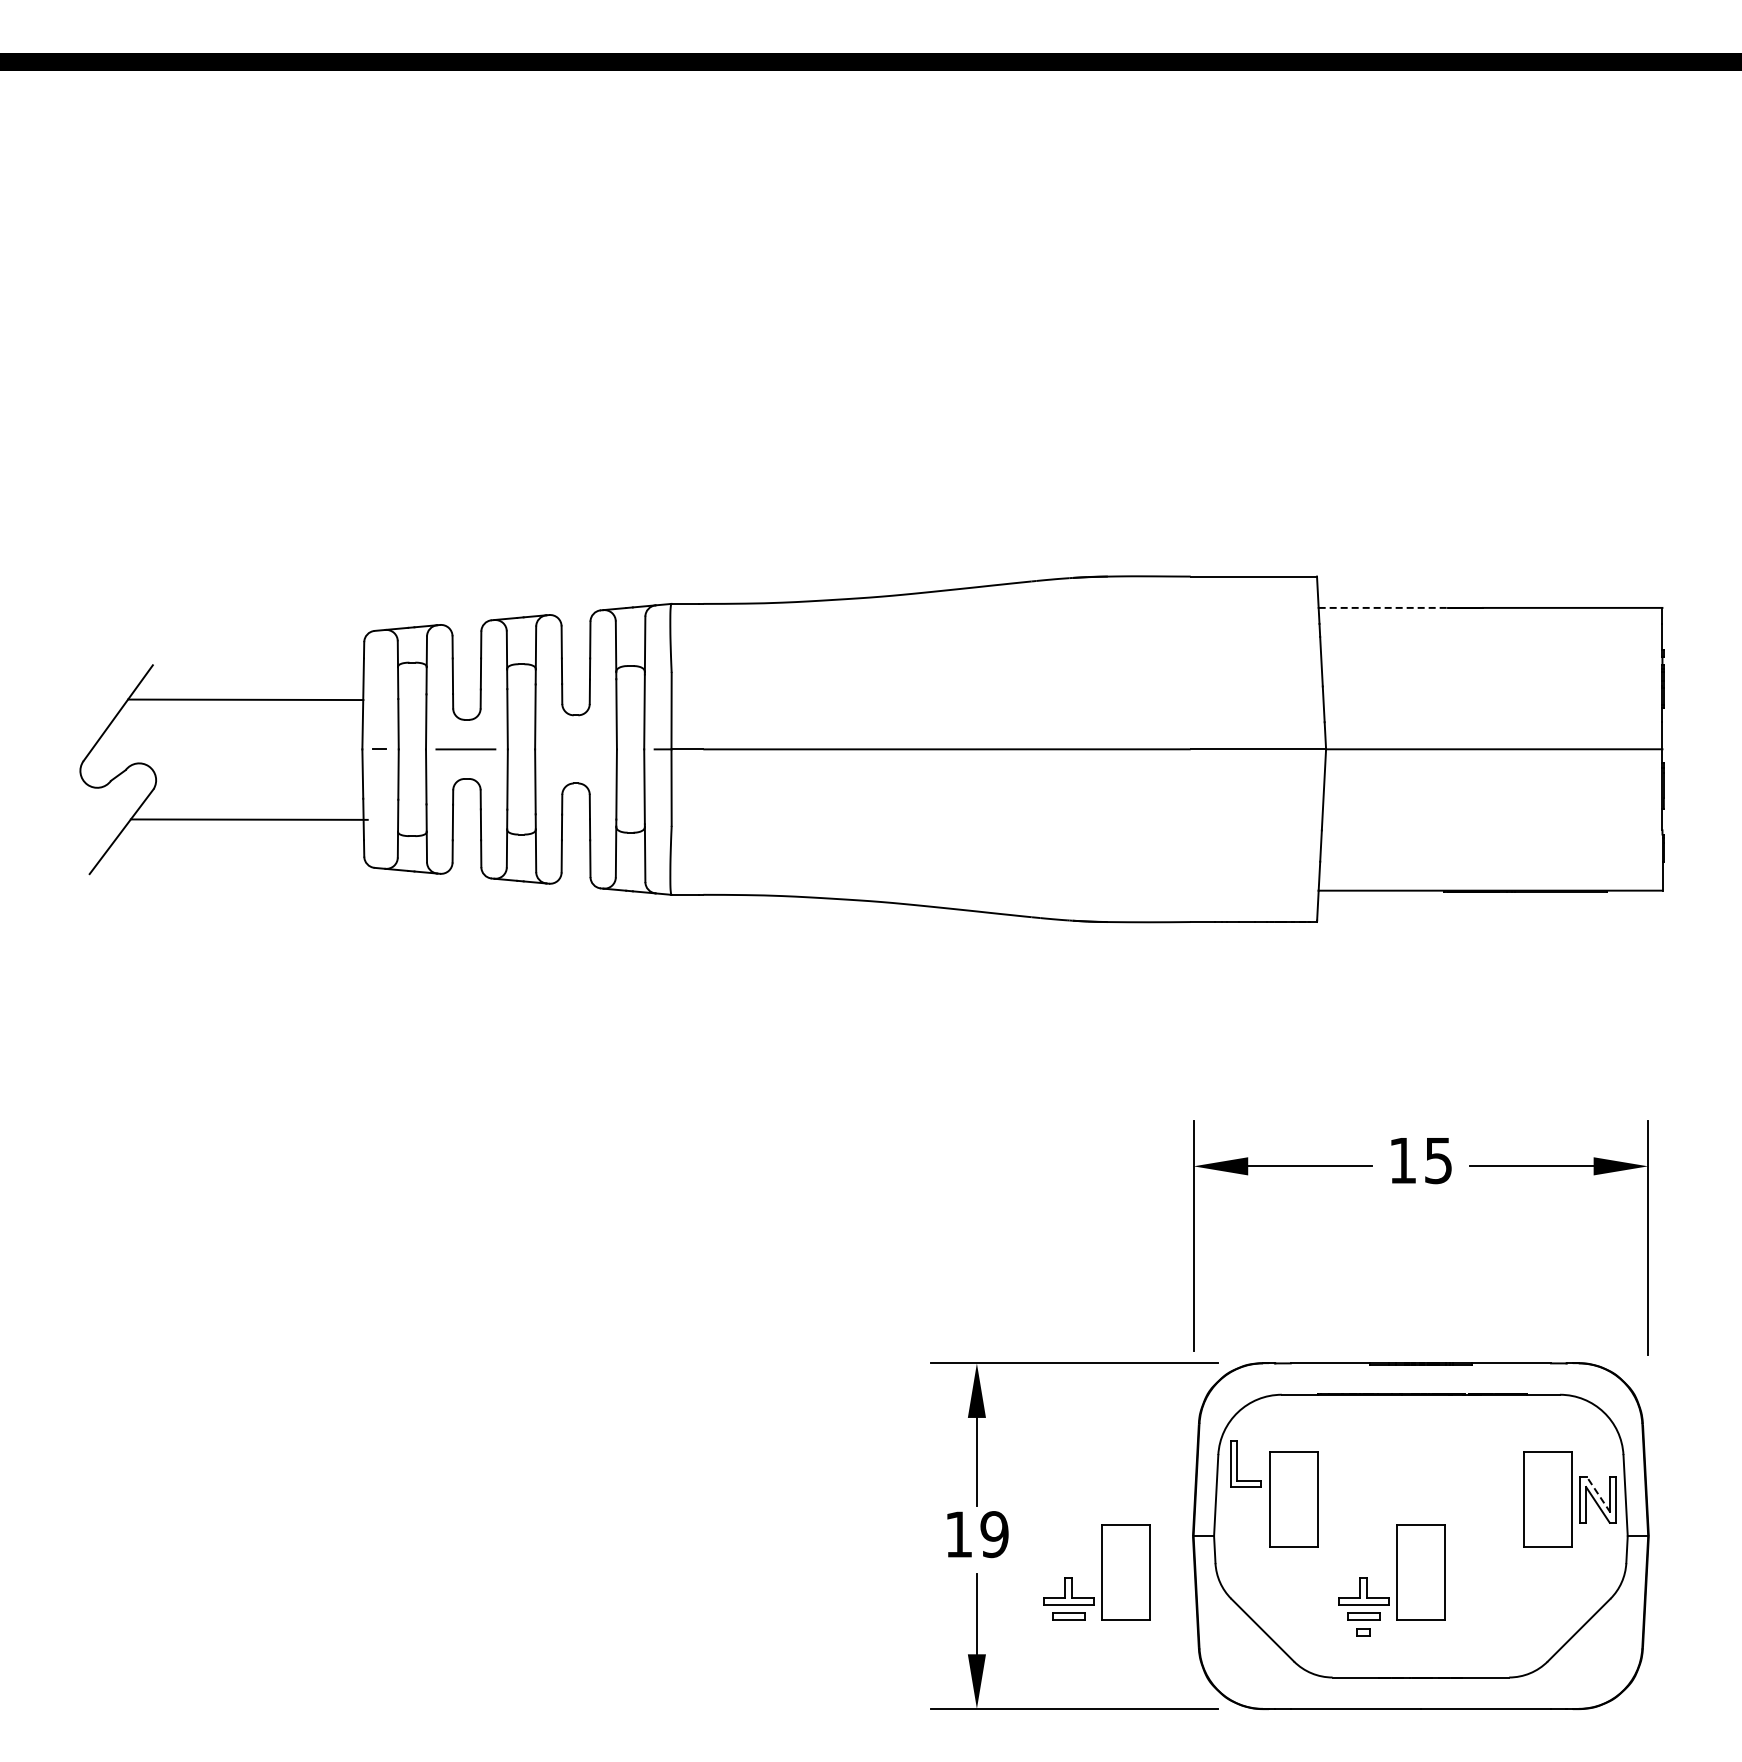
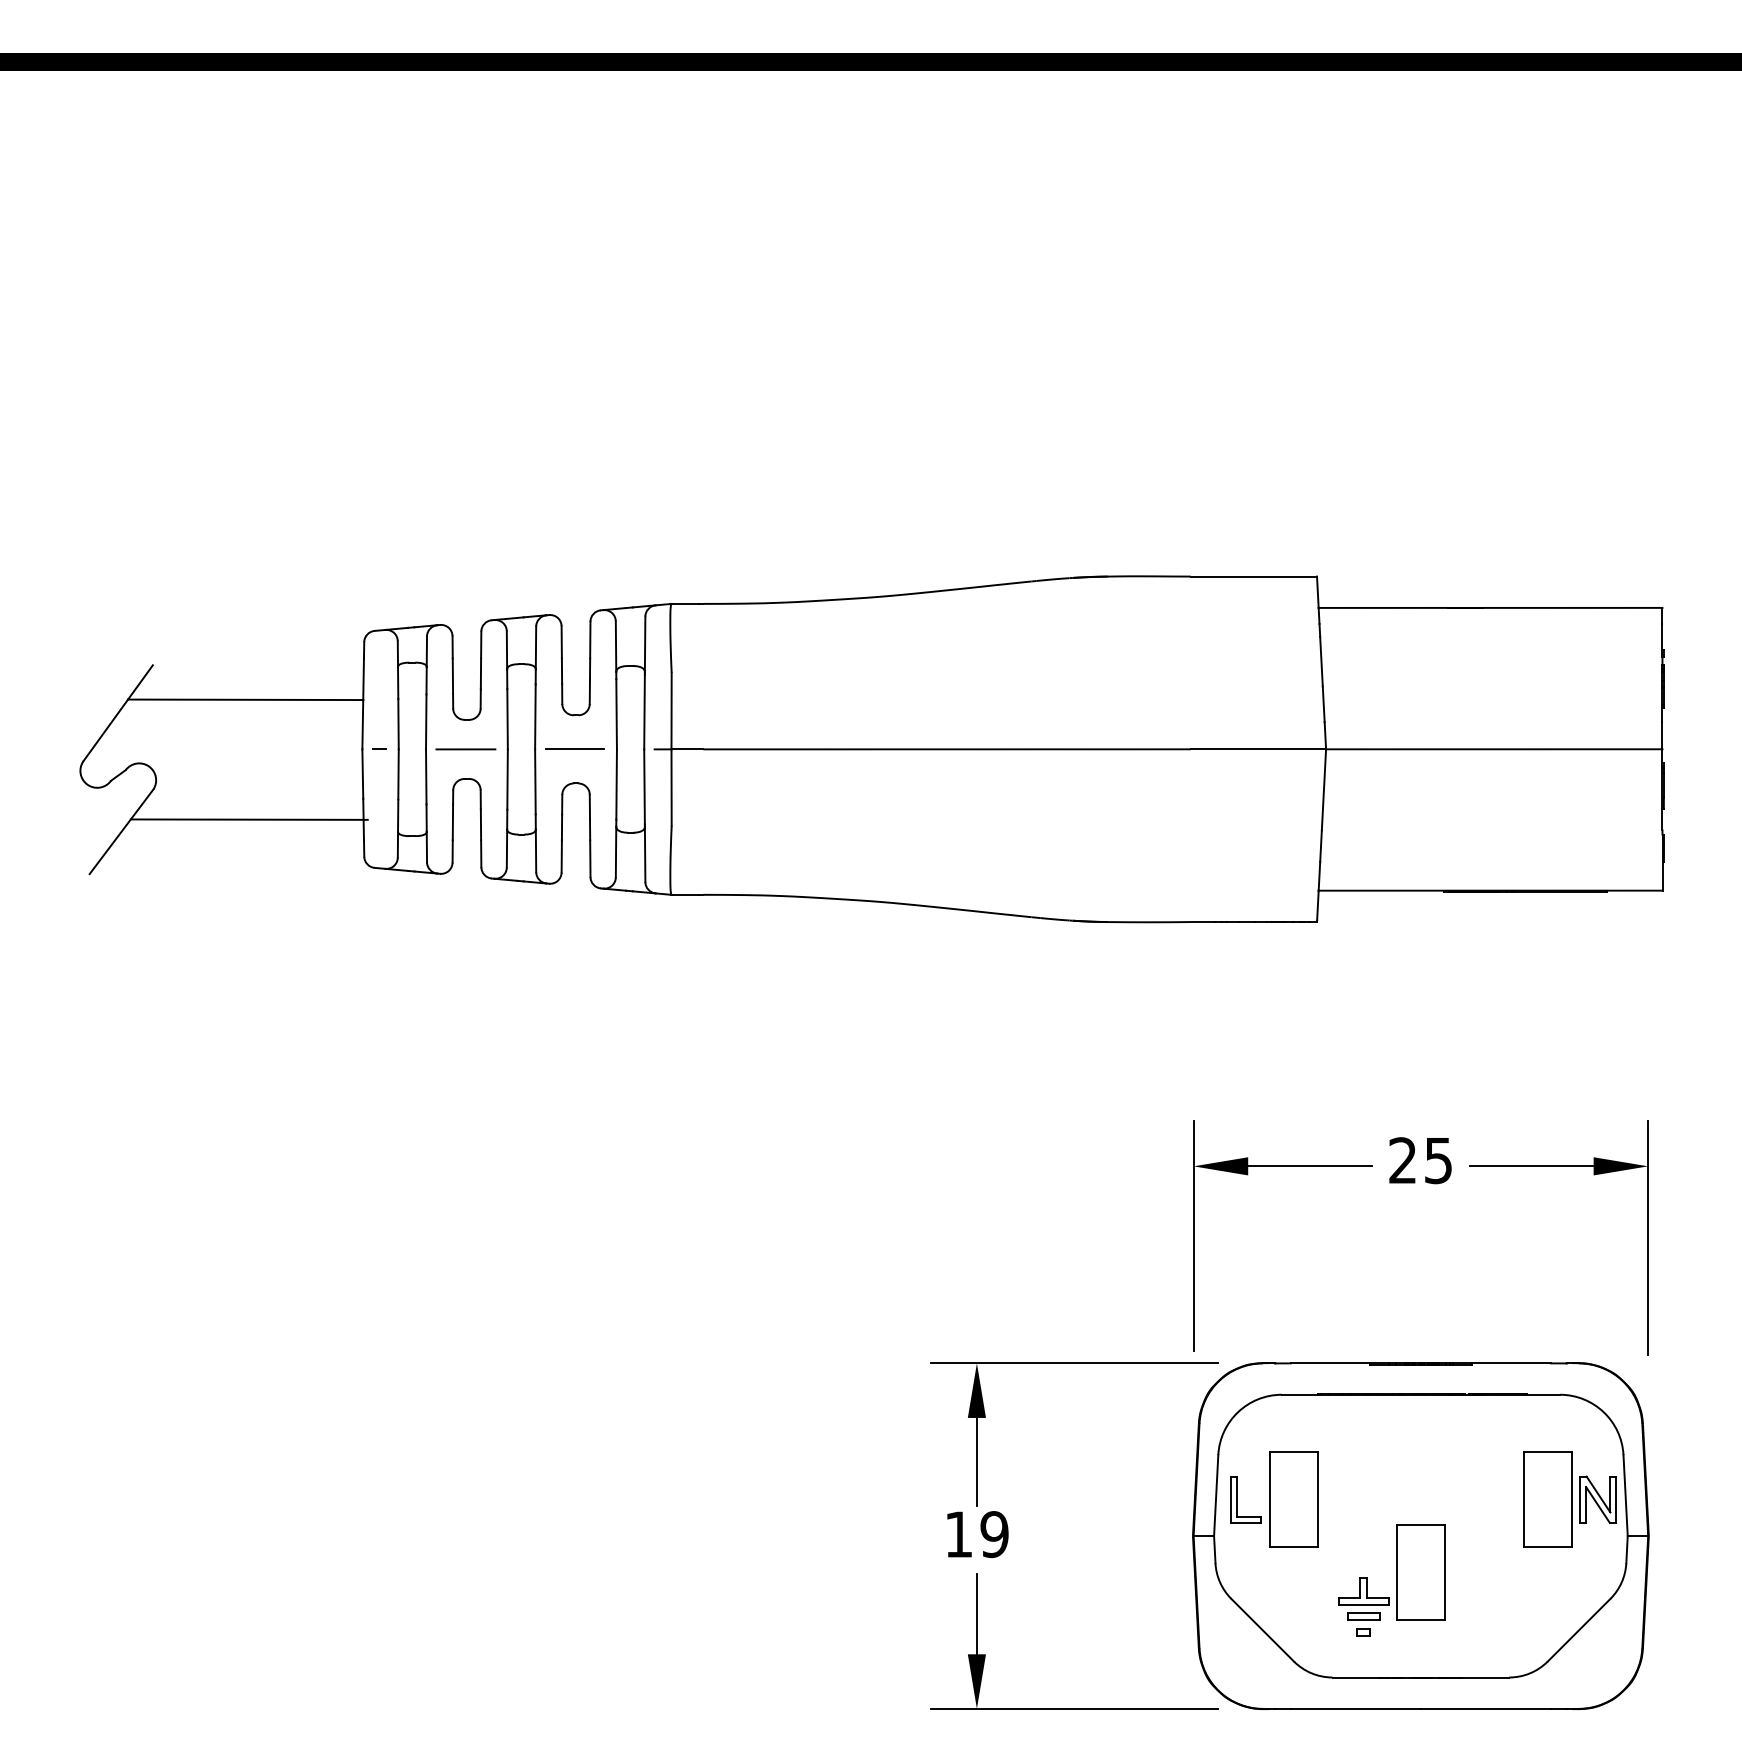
line at (1383, 607): dashed -> solid
line at (574, 749): none -> present
text at (1402, 1160): 15 -> 25
part at (1237, 1463) position: (1237, 1463) -> (1237, 1499)
line at (1598, 1494): dashed -> solid
part at (1096, 1572): present -> none
